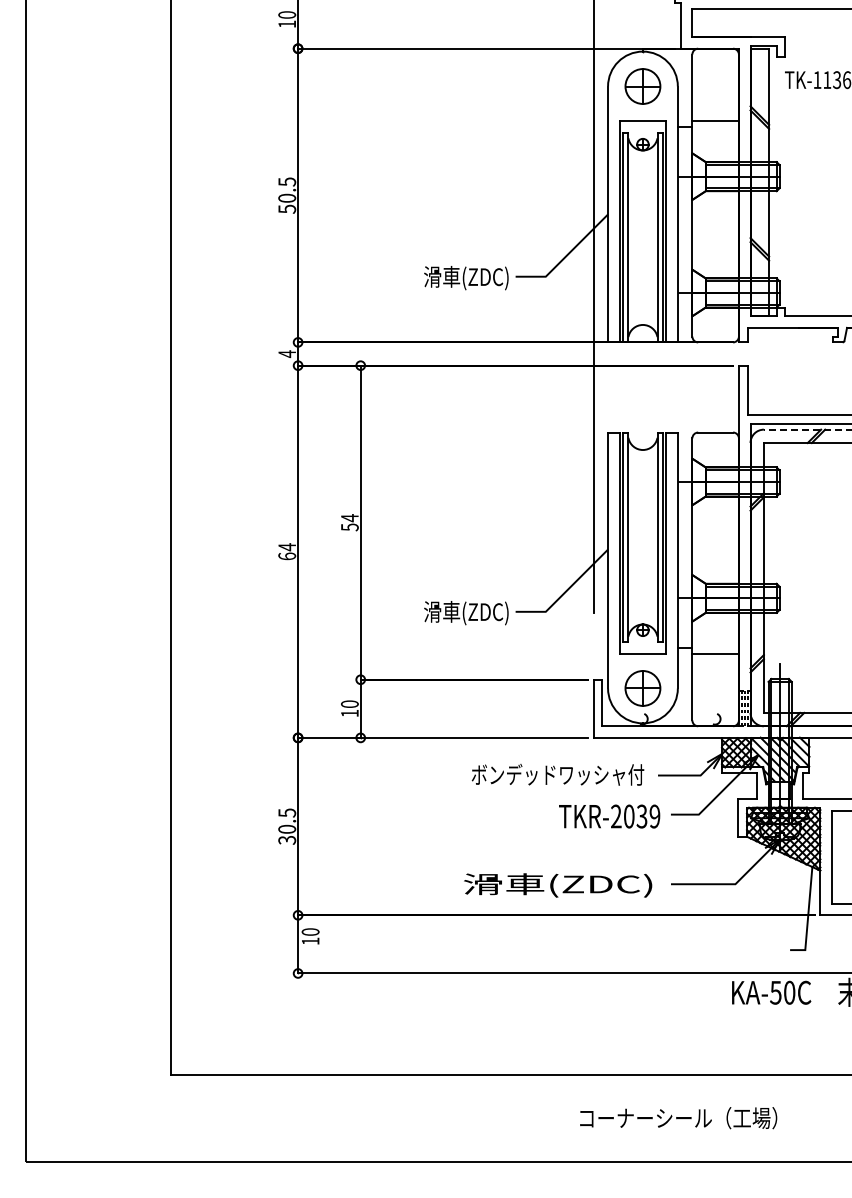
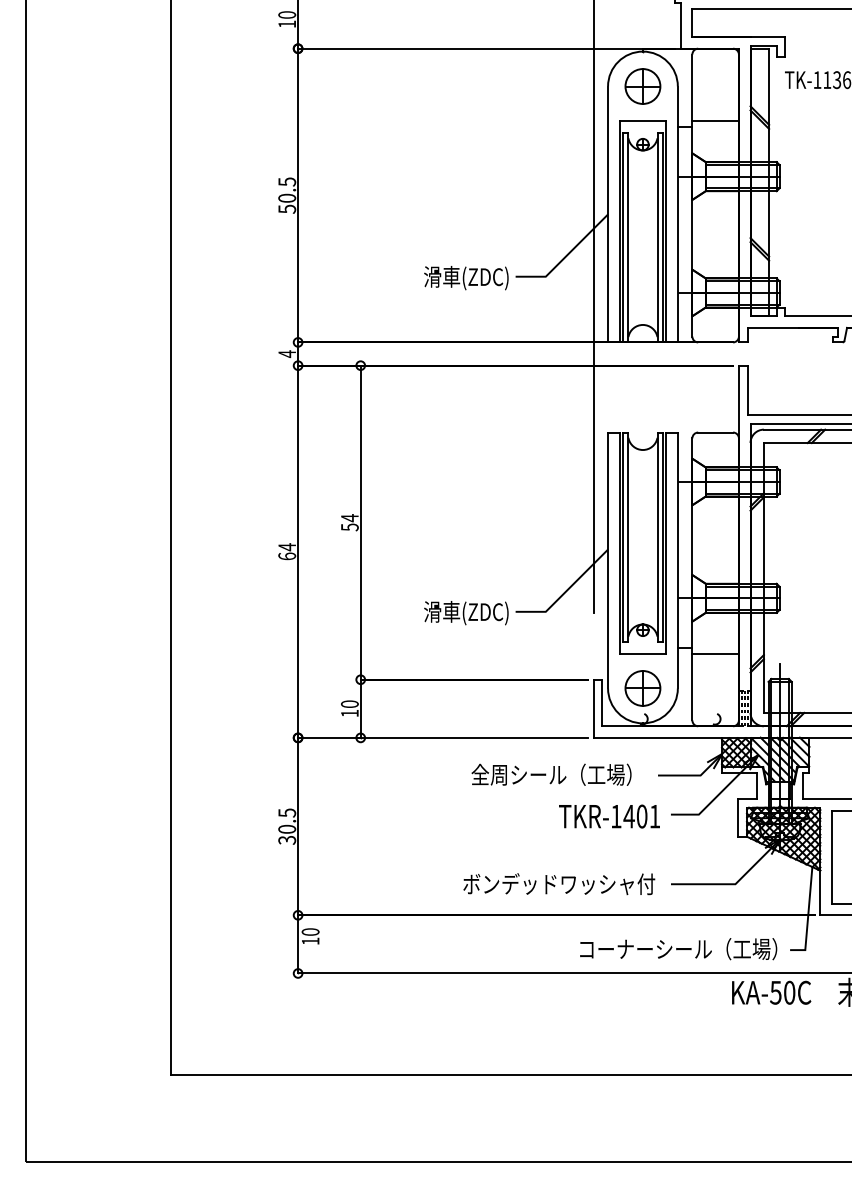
line at (807, 429): dashed -> solid
text at (557, 774): ボンデッドワッシャ付 -> 全周シール（工場）
text at (635, 816): TKR-2039 -> TKR-1401
text at (559, 885): 滑車(ZDC) -> ボンデッドワッシャ付
text at (678, 1118) position: (678, 1118) -> (678, 949)
